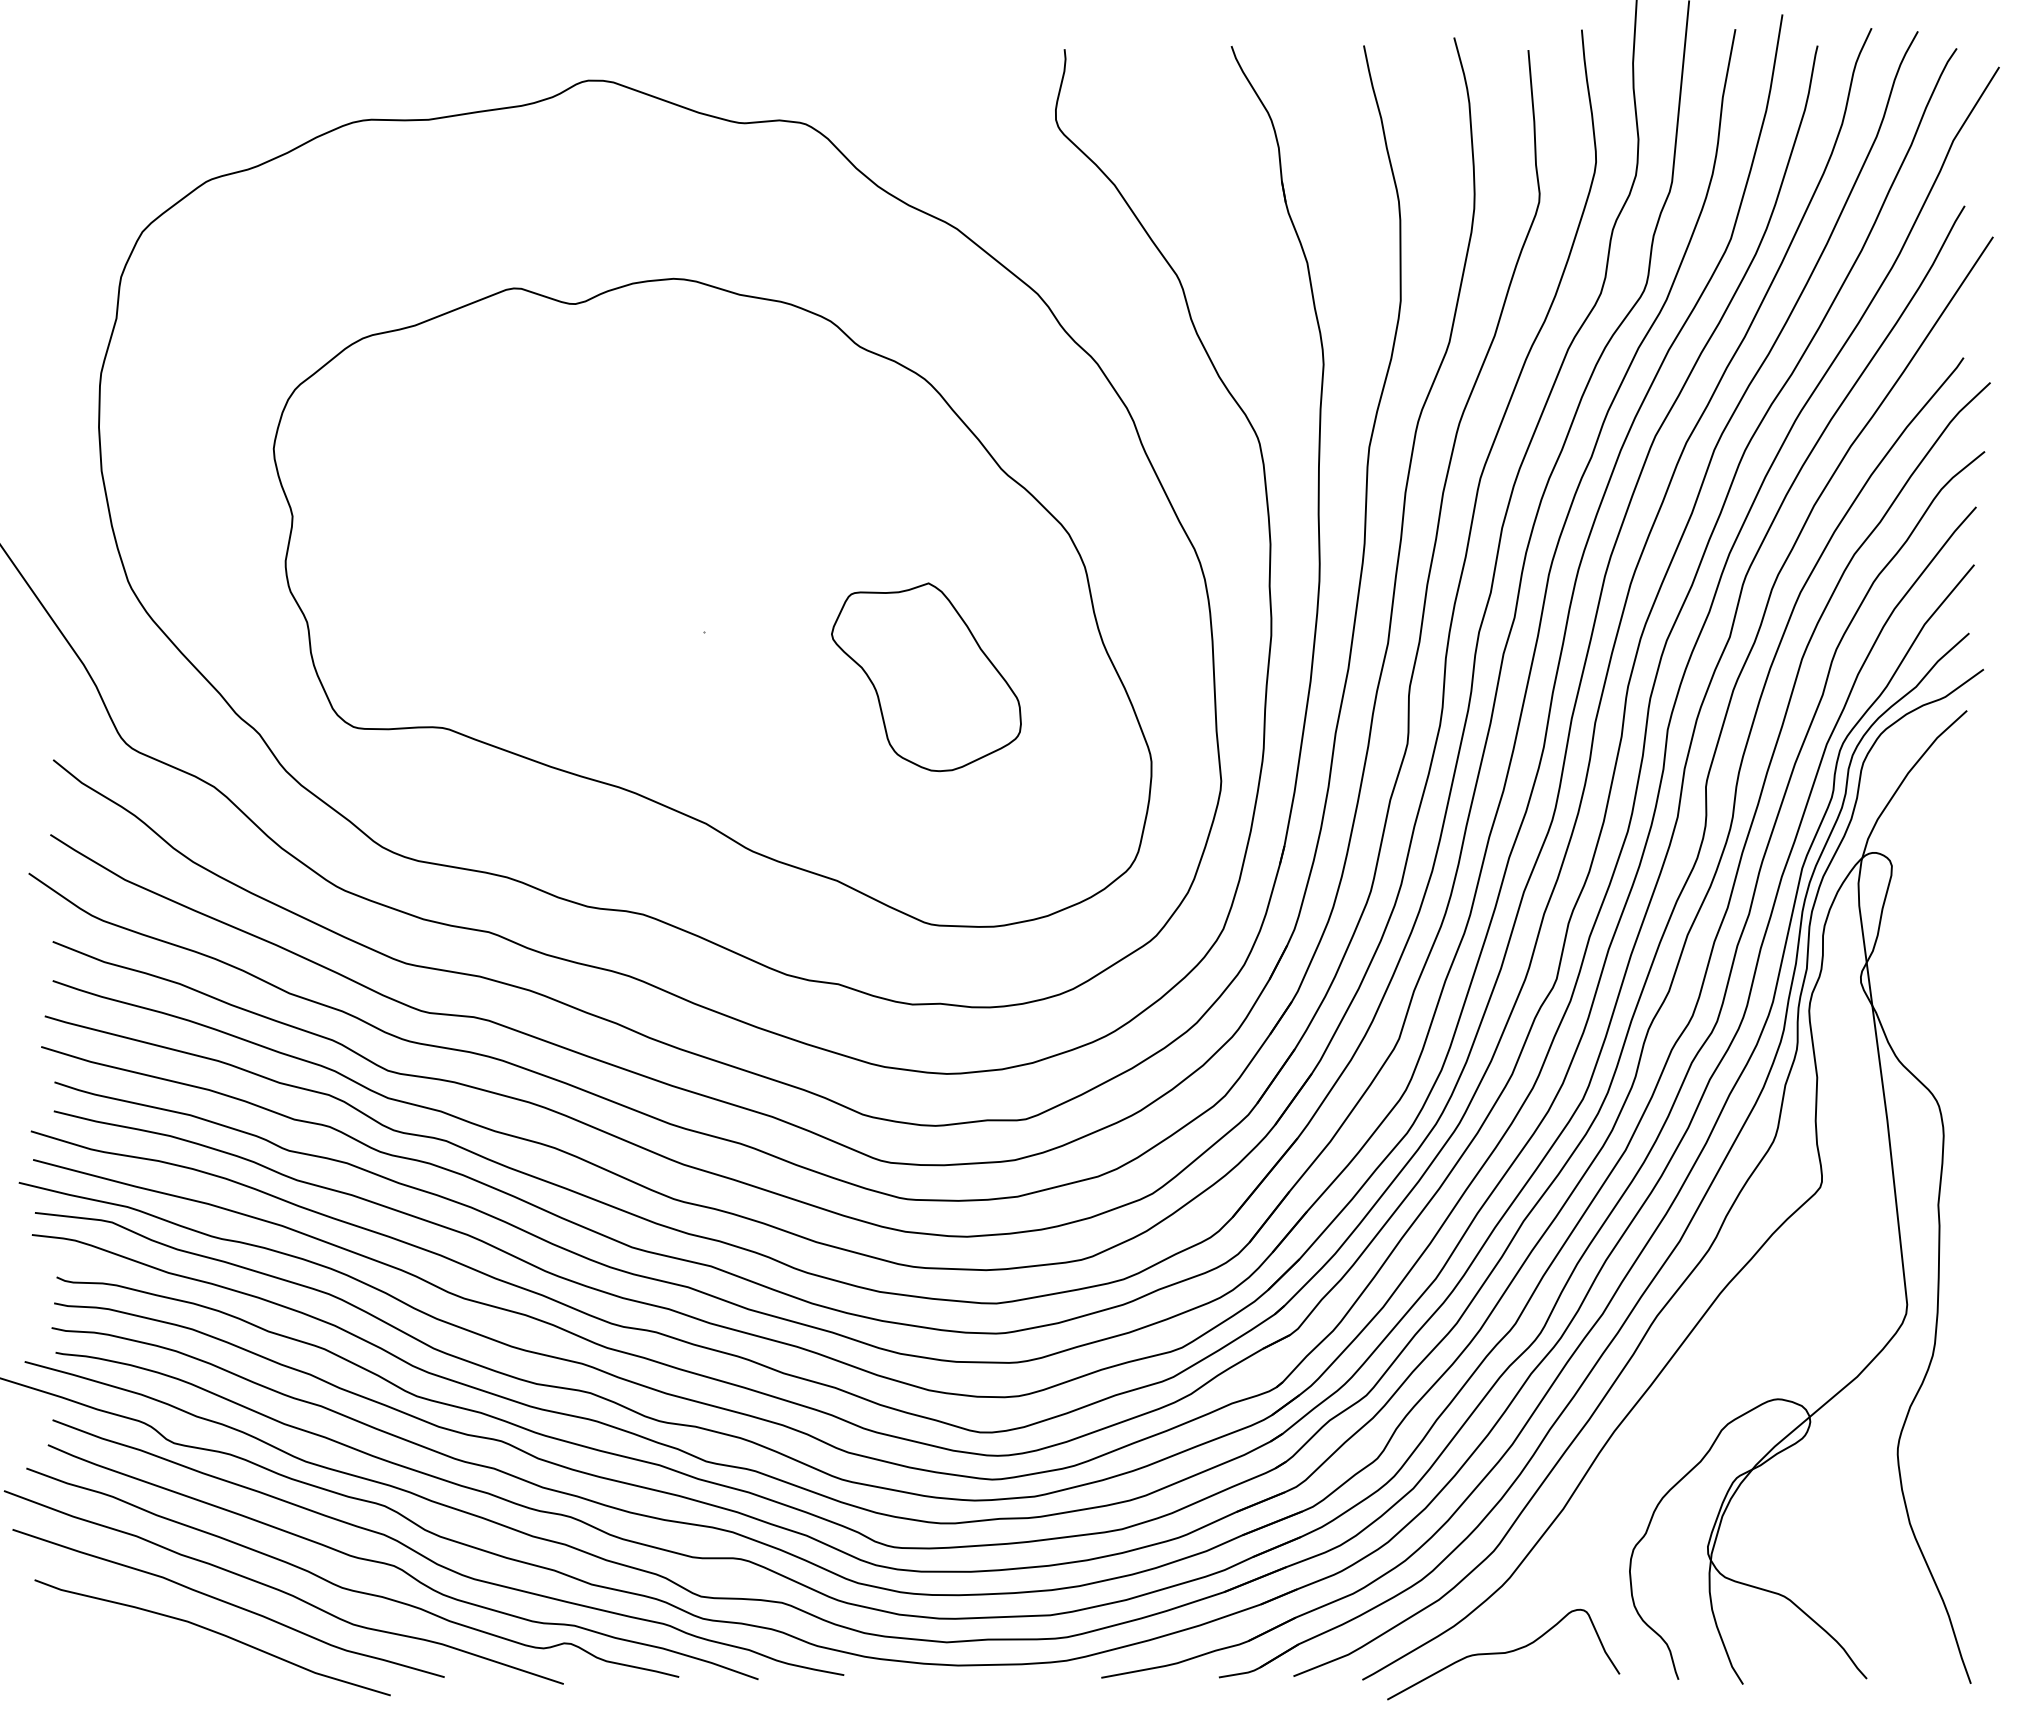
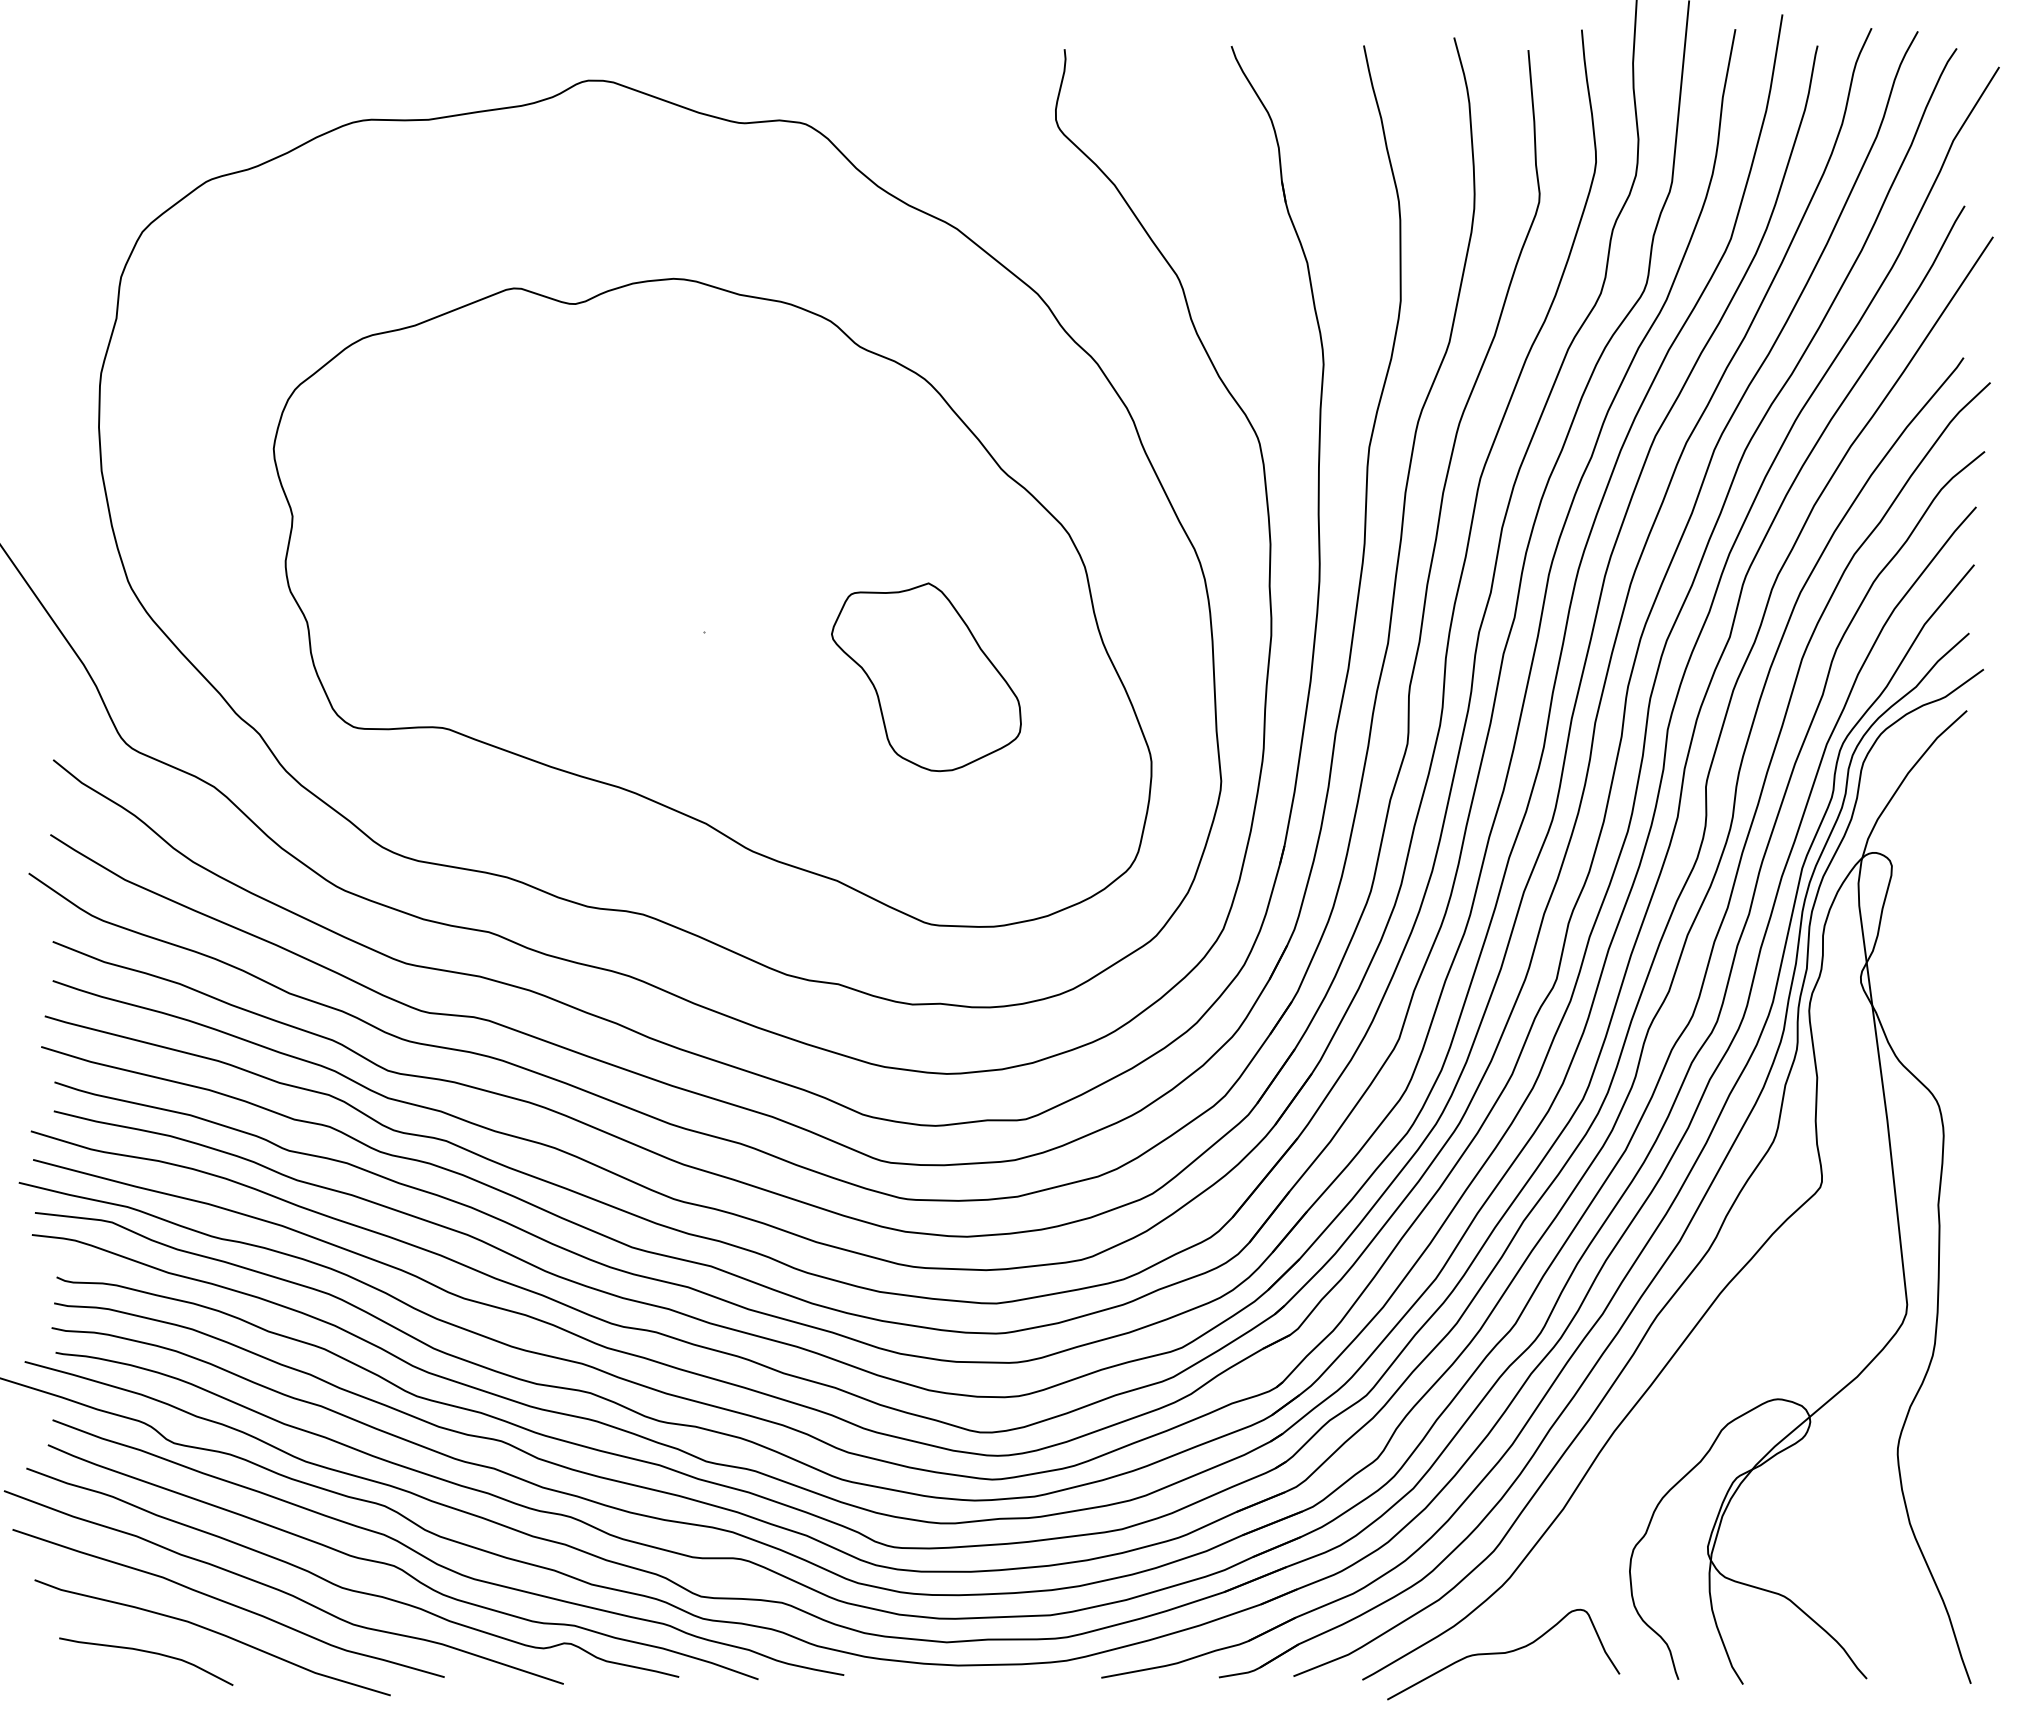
curve at (150, 1653): none -> present
